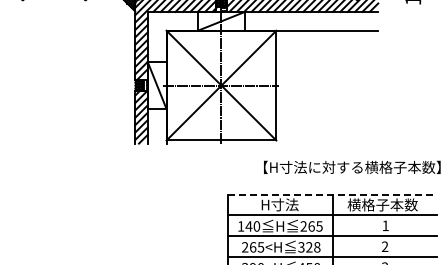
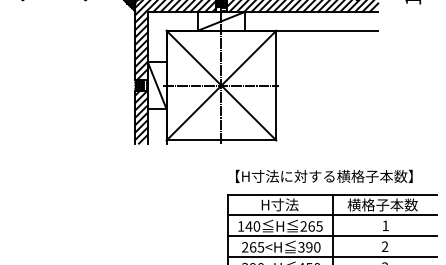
text at (352, 166) position: (352, 166) -> (324, 175)
line at (332, 194): dashed -> solid
text at (313, 247): 328 -> 390
